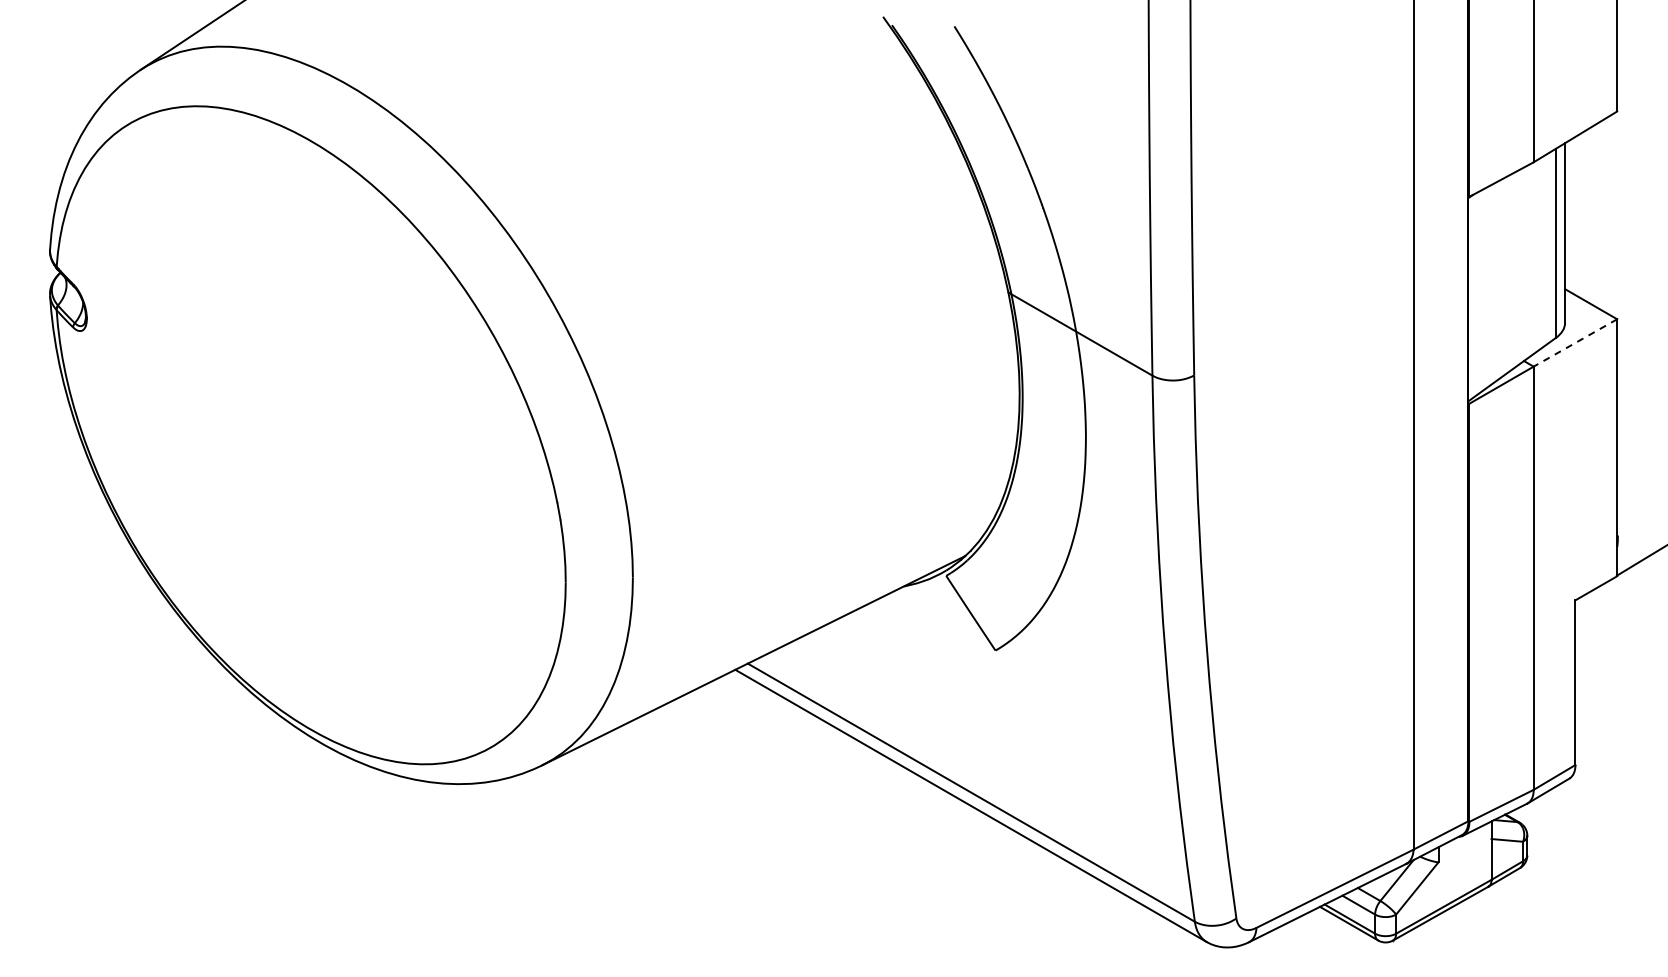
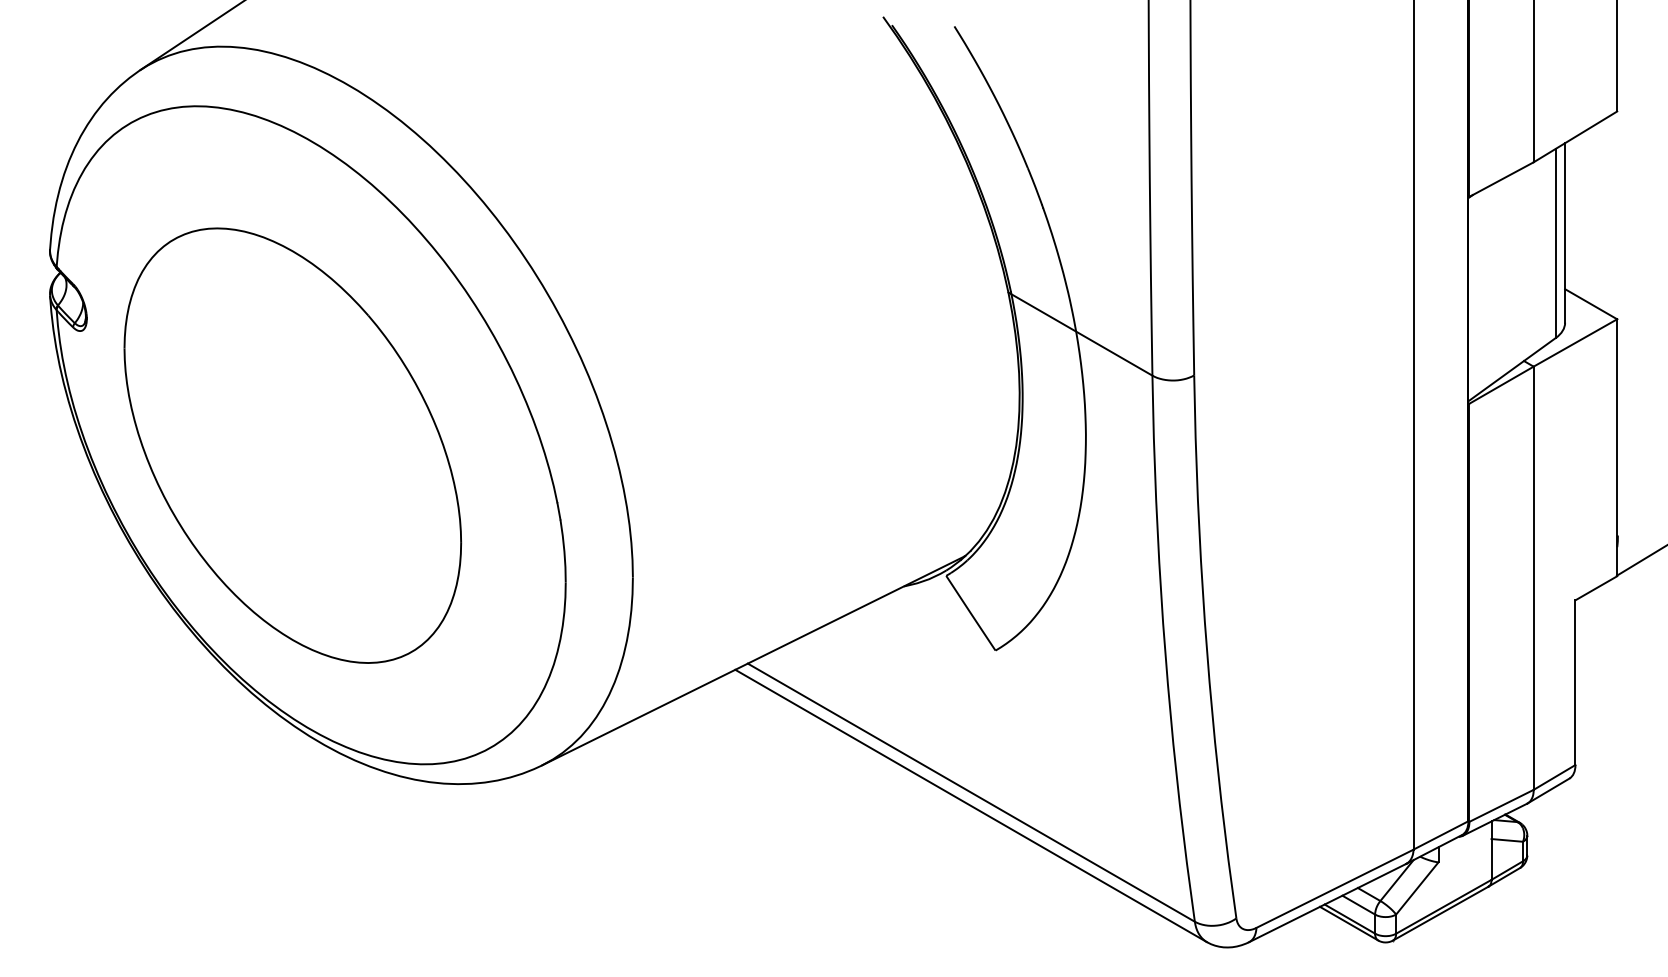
line at (1575, 343): dashed -> solid
part at (292, 445): none -> present
